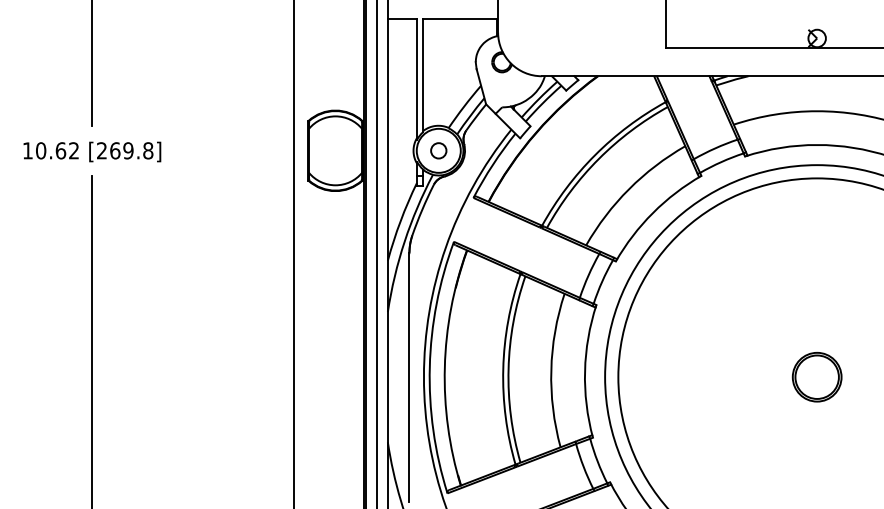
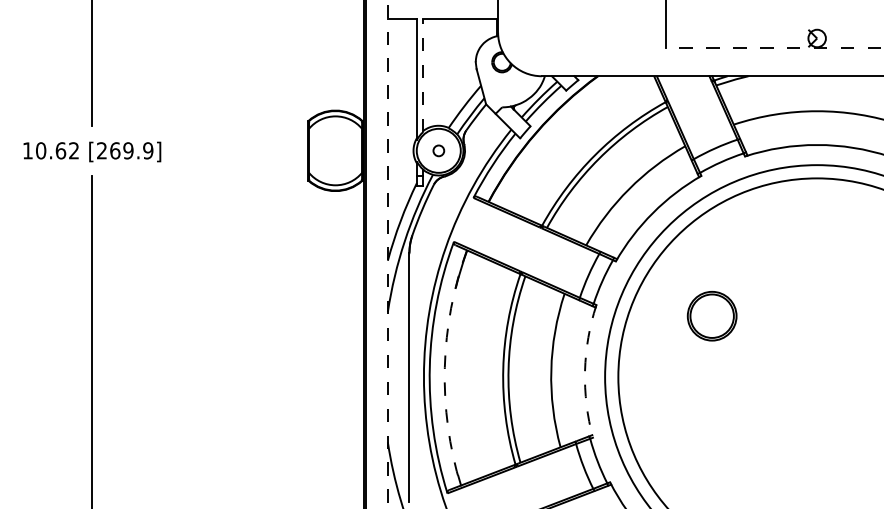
line at (774, 47): solid -> dashed
line at (423, 75): solid -> dashed
text at (148, 150): [269.8] -> [269.9]
circle at (438, 150) size: 18x18 px -> 14x14 px
line at (294, 253): present -> none
line at (376, 253): present -> none
line at (387, 254): solid -> dashed
arc at (444, 367): solid -> dashed
arc at (585, 371): solid -> dashed
part at (816, 377) position: (816, 377) -> (711, 316)
